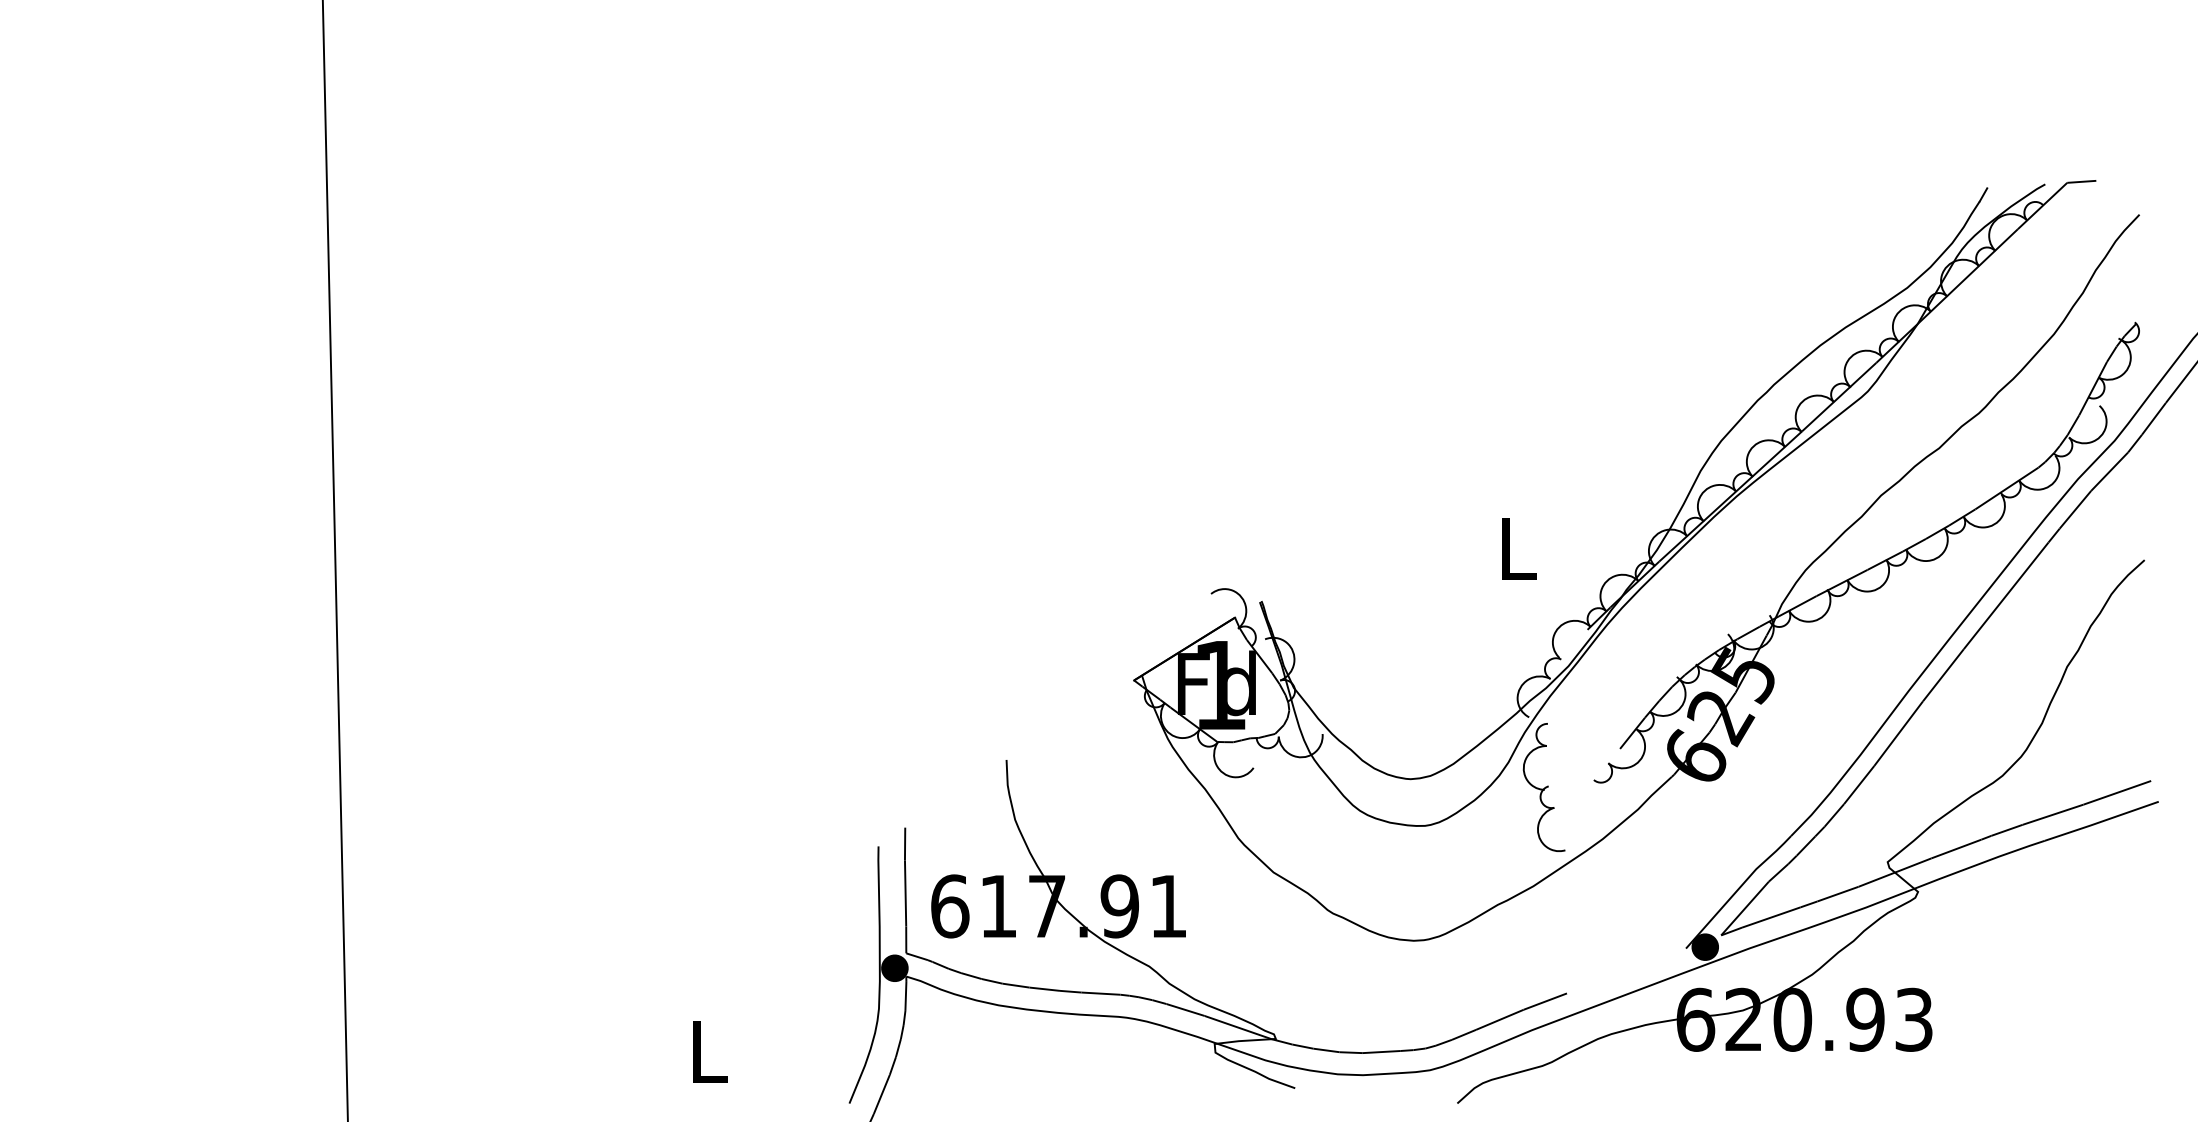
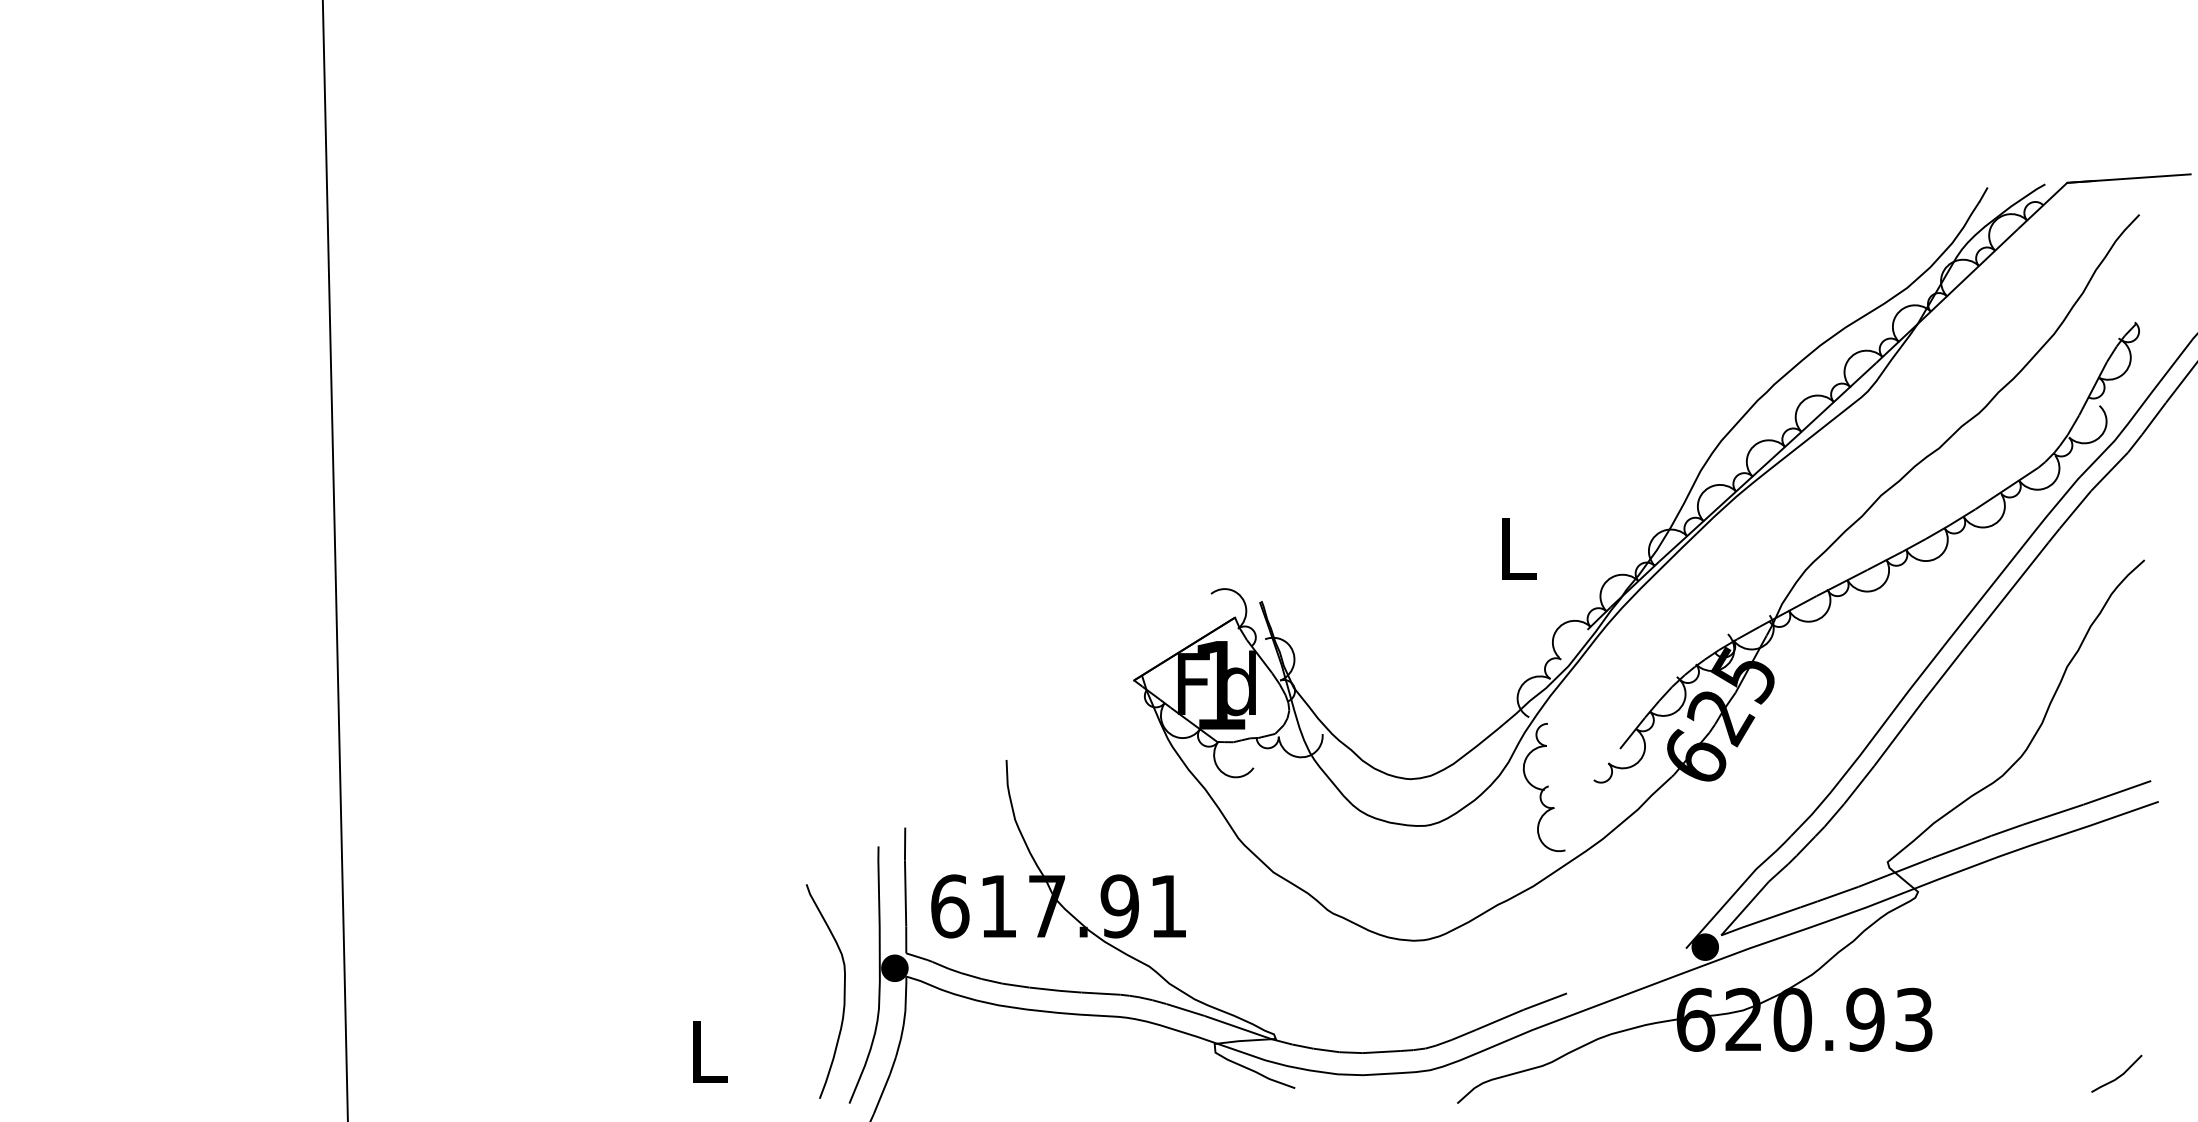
line at (2128, 178): none -> present
curve at (843, 991): none -> present
line at (2119, 1075): none -> present
